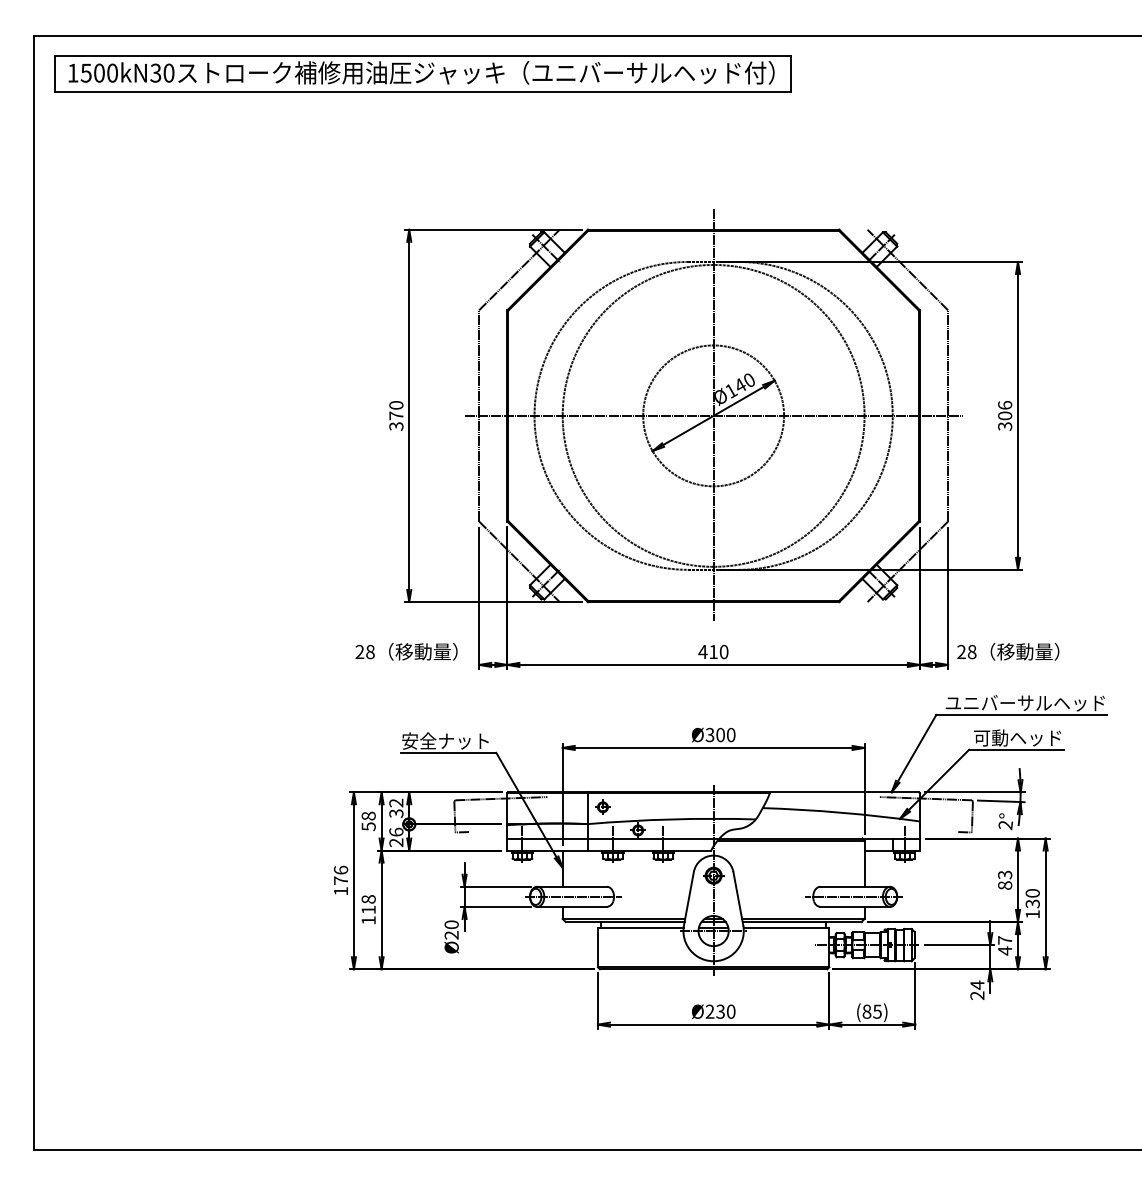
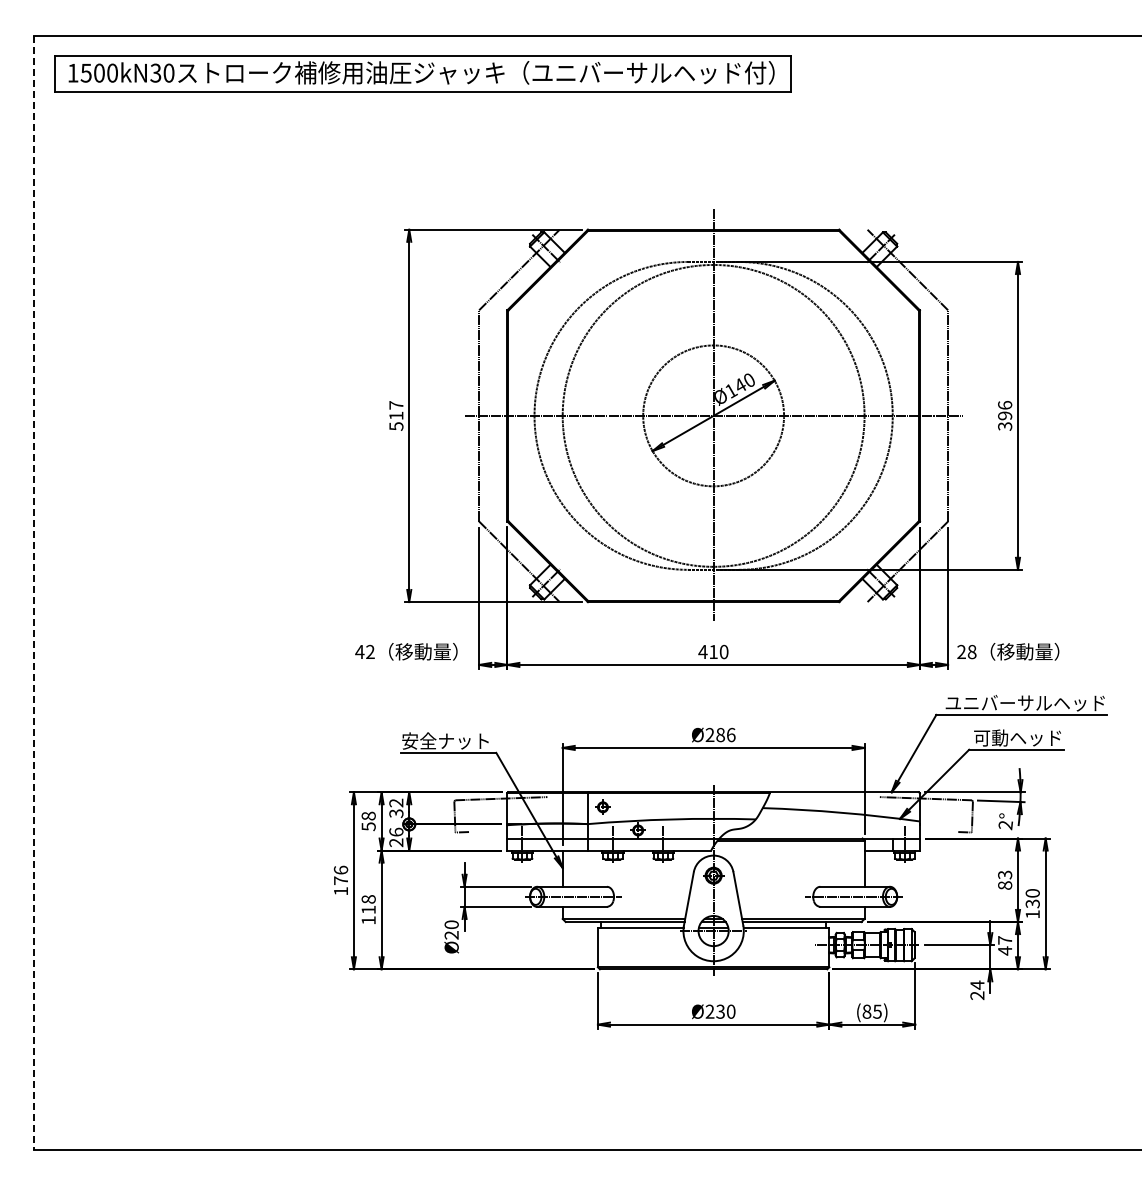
text at (396, 415): 370 -> 517
text at (1005, 415): 306 -> 396
line at (34, 593): solid -> dashed
text at (364, 651): 28 -> 42
text at (720, 734): Ø300 -> Ø286
